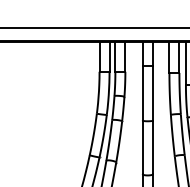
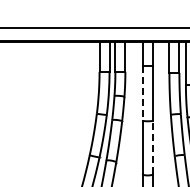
line at (142, 93): solid -> dashed
line at (152, 147): solid -> dashed
